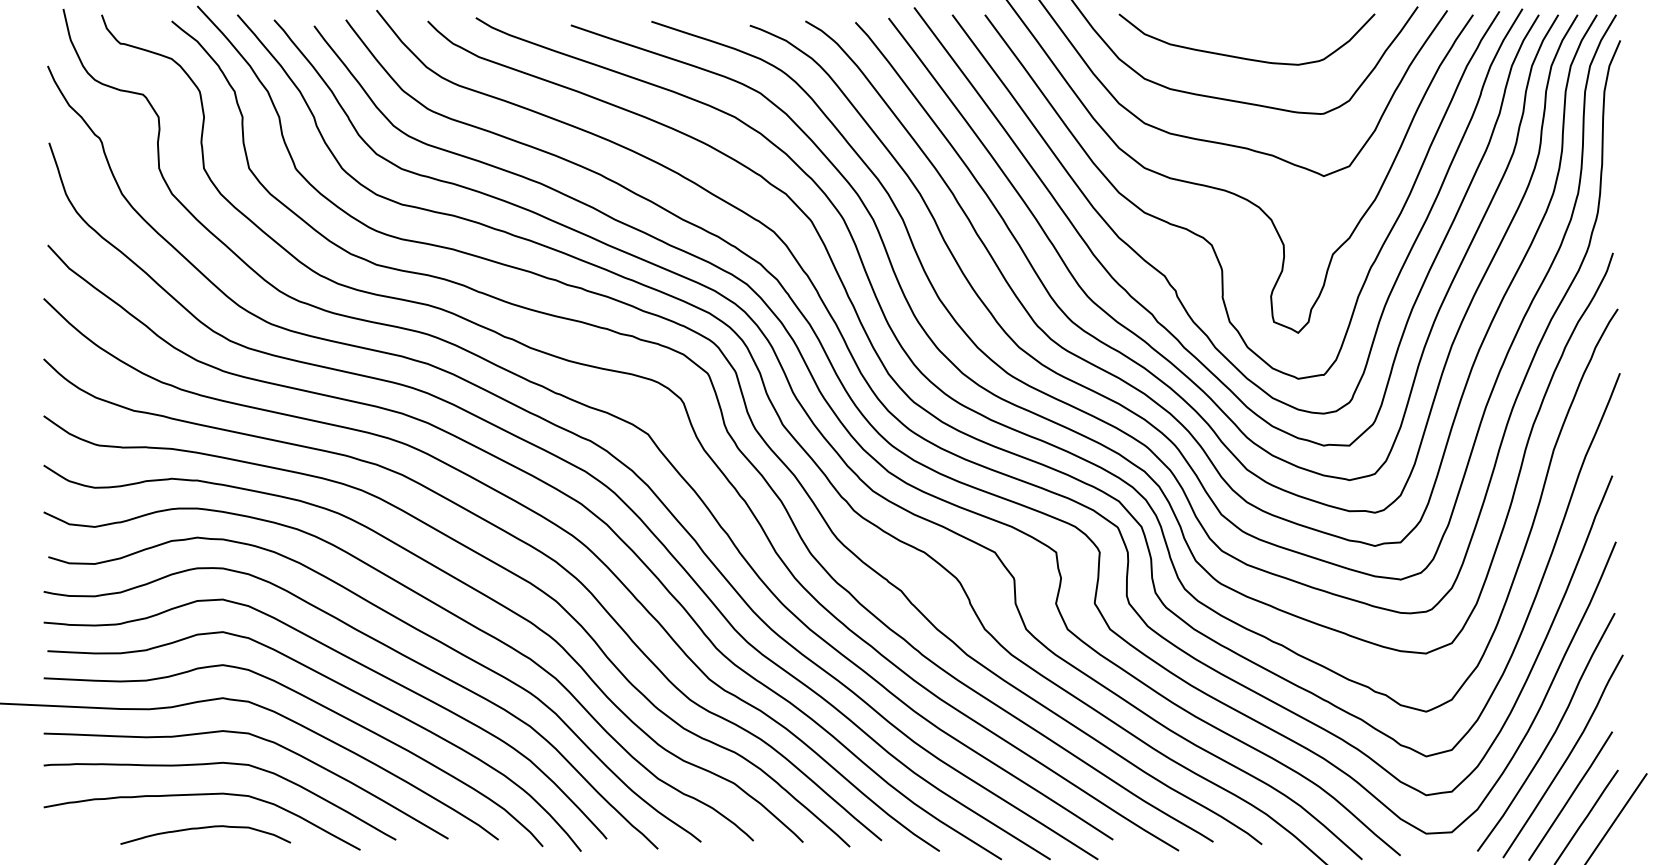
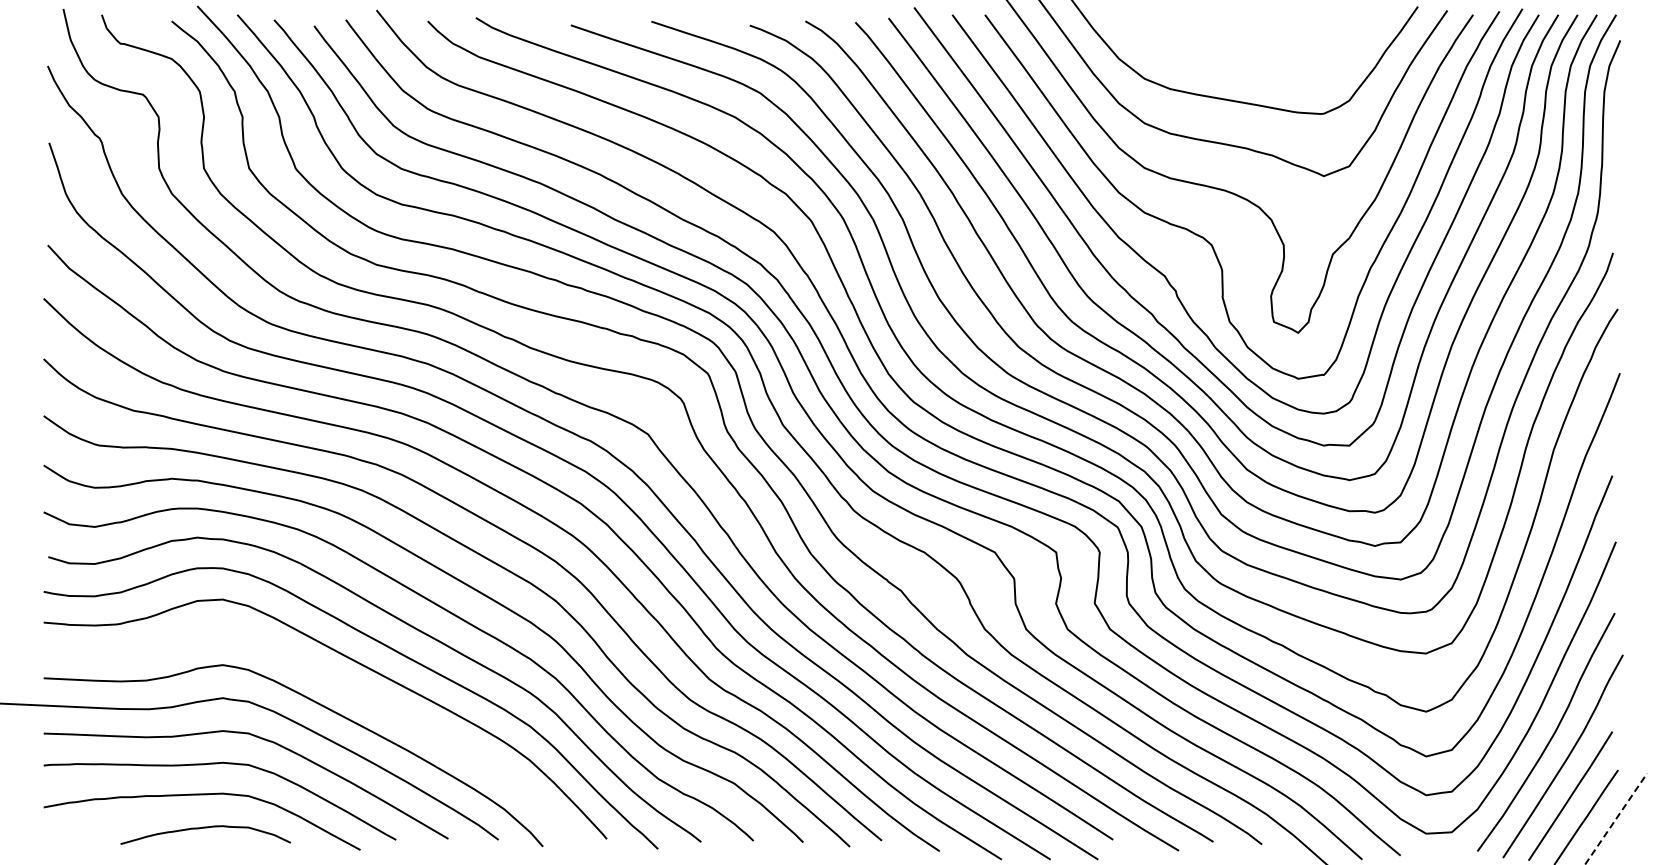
curve at (1244, 57): present -> none
curve at (347, 689): present -> none
line at (1616, 818): solid -> dashed
